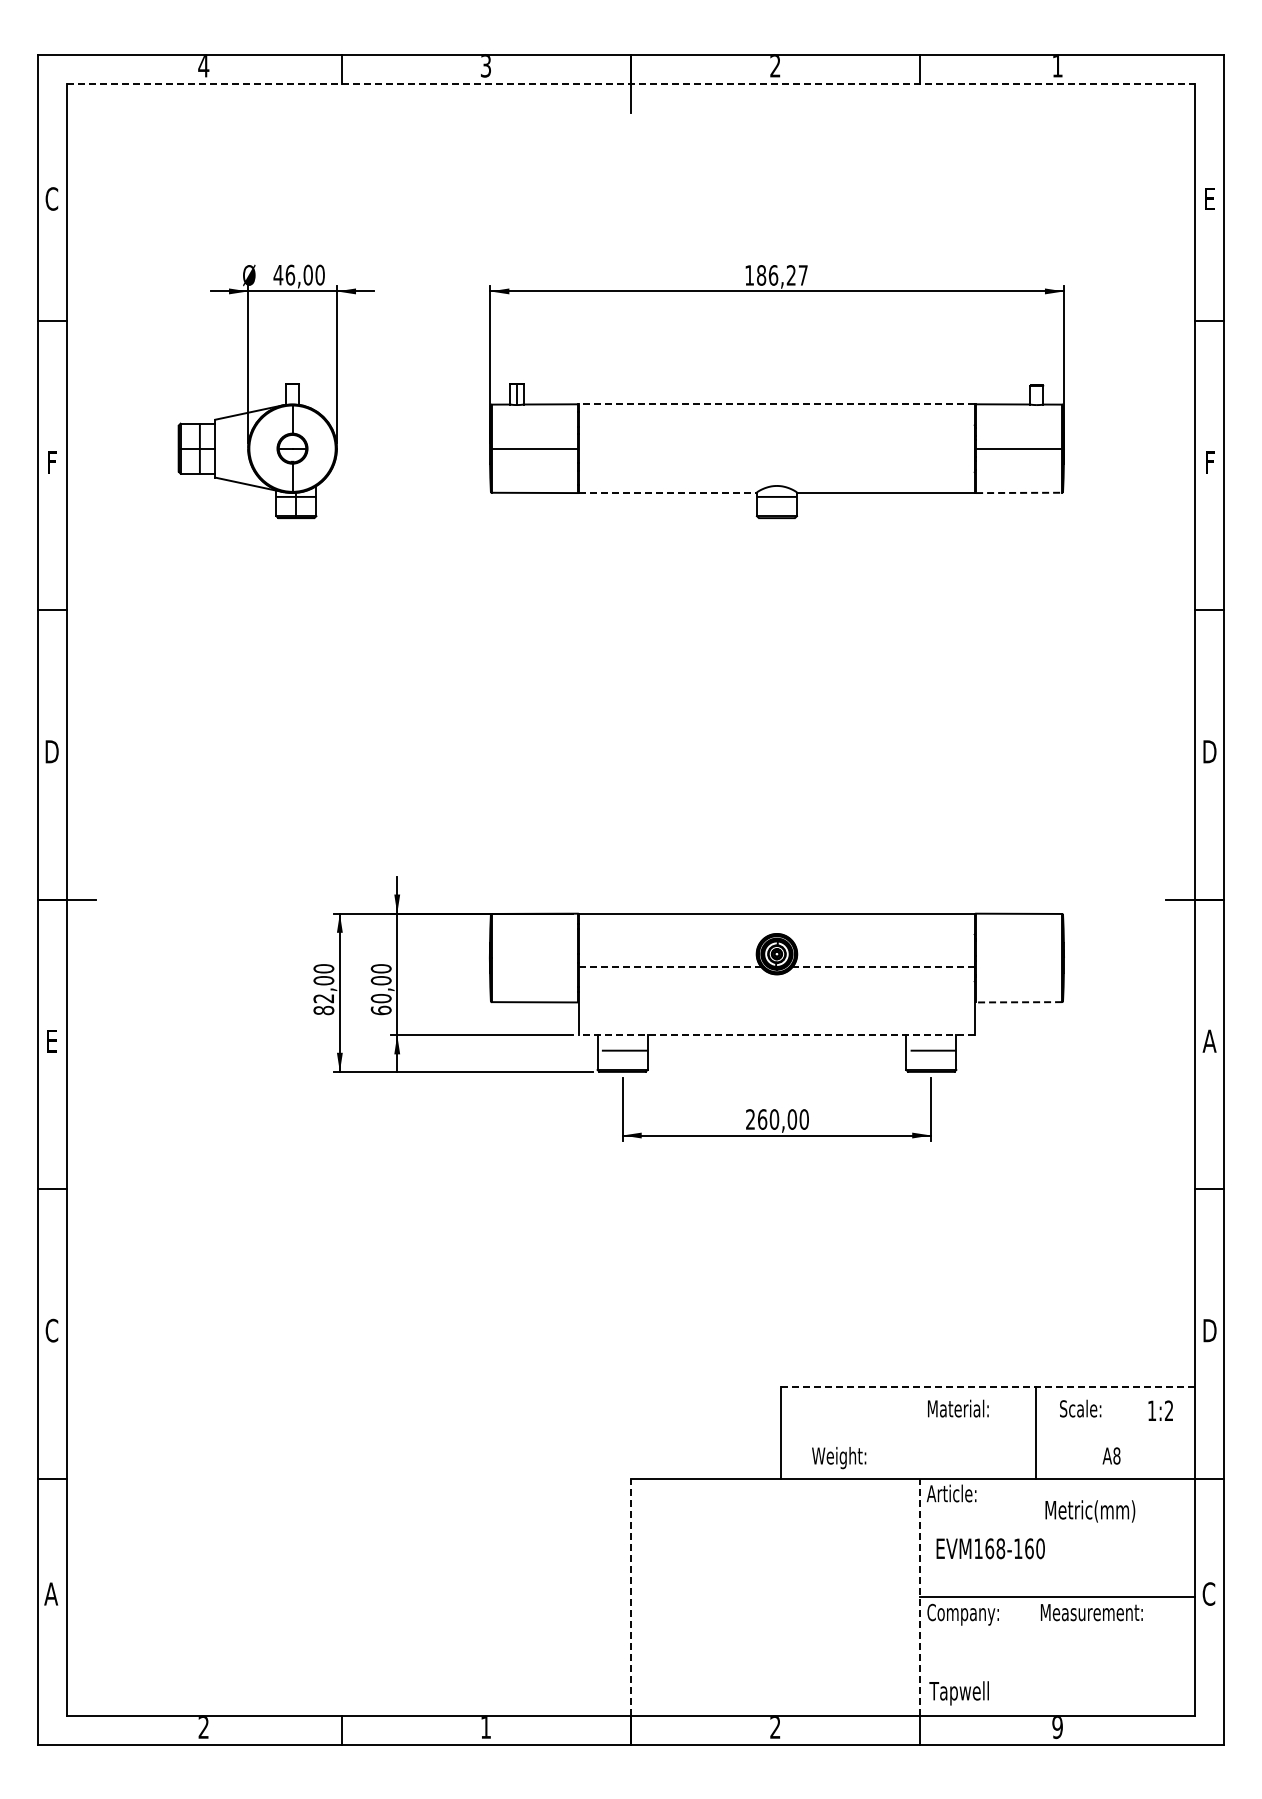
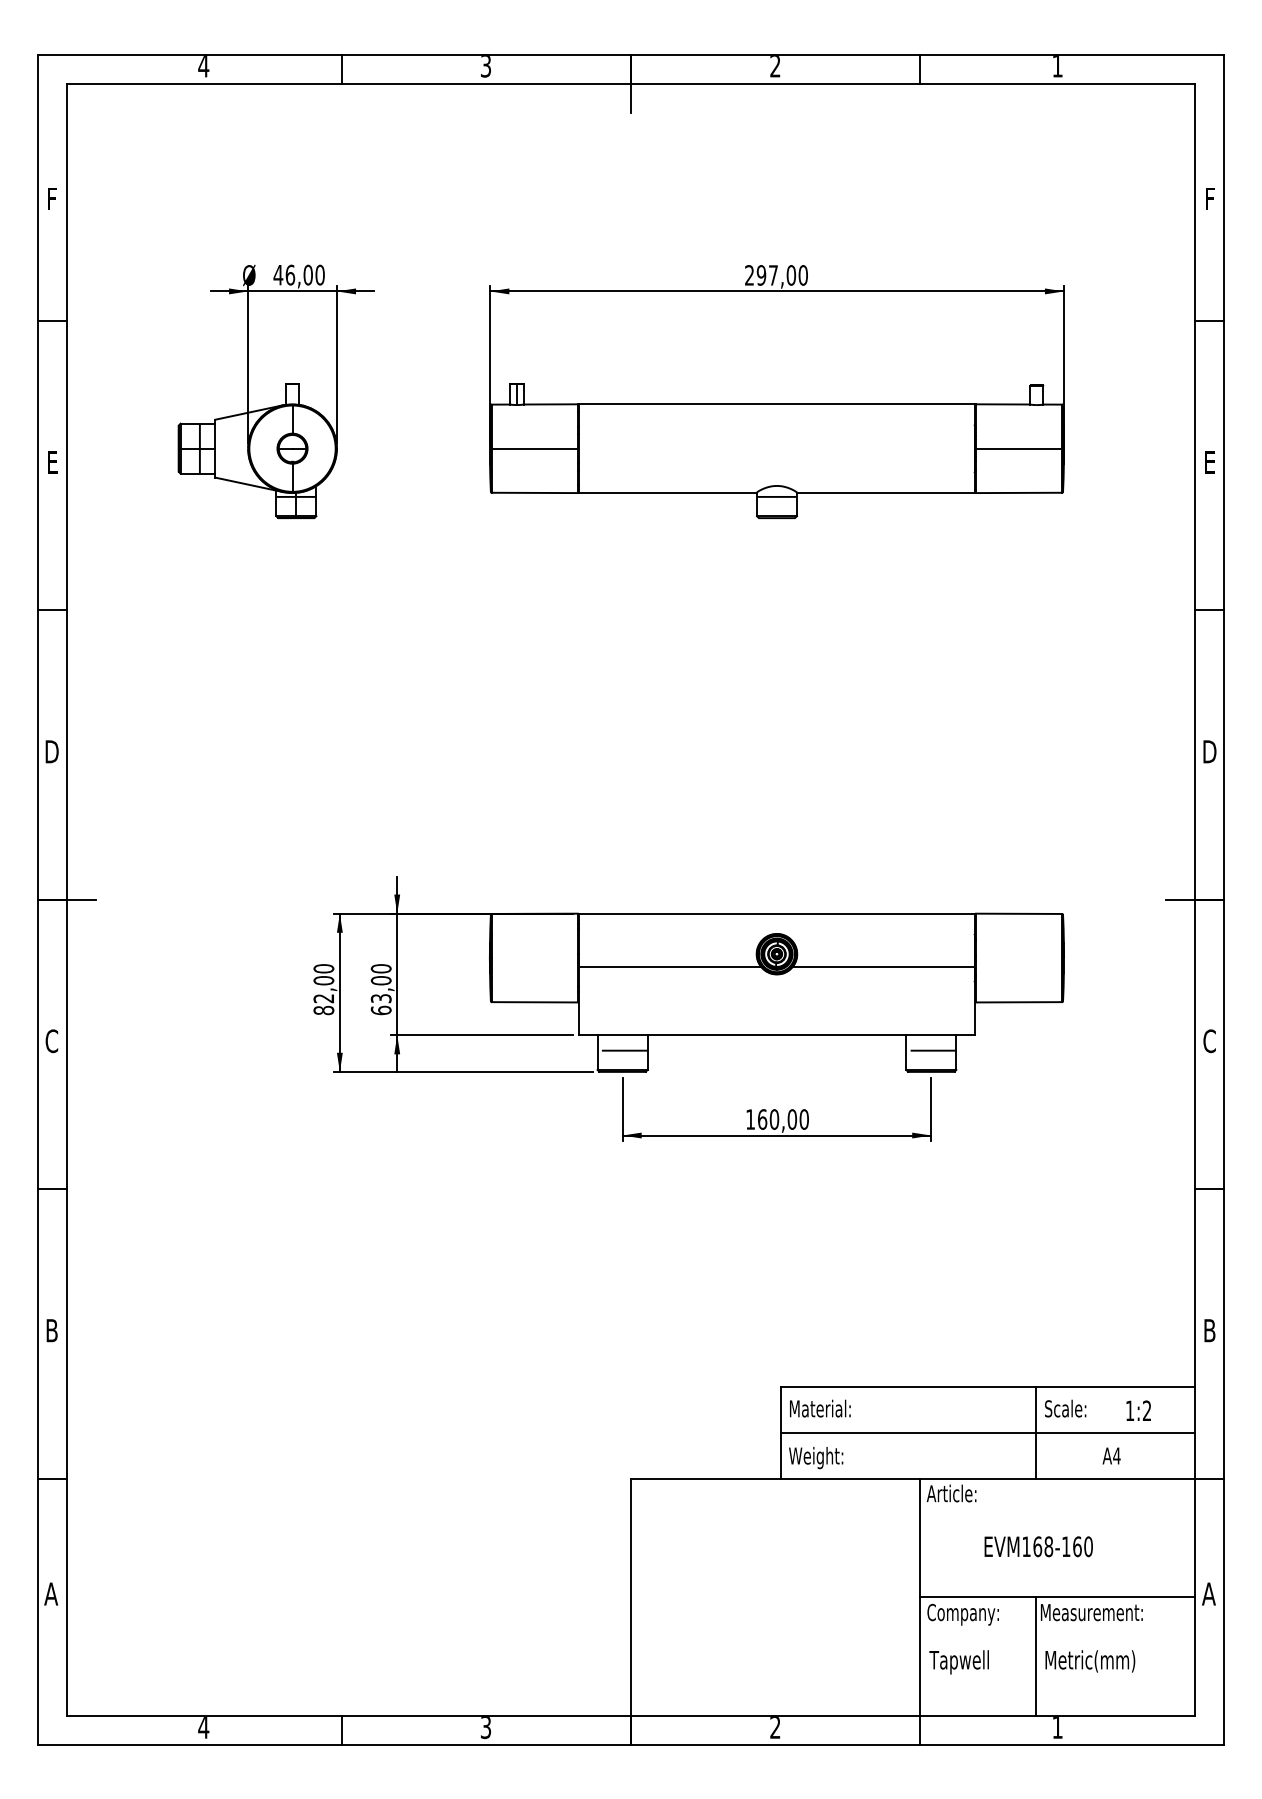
line at (631, 83): dashed -> solid
text at (51, 198): C -> F
text at (1209, 198): E -> F
text at (776, 275): 186,27 -> 297,00
line at (776, 404): dashed -> solid
text at (1209, 462): F -> E
text at (53, 466): F -> E
line at (1019, 492): dashed -> solid
line at (668, 493): dashed -> solid
line at (669, 967): dashed -> solid
line at (883, 967): dashed -> solid
text at (380, 998): 60,00 -> 63,00
line at (1019, 1002): dashed -> solid
line at (776, 1035): dashed -> solid
text at (51, 1041): E -> C
text at (1209, 1041): A -> C
text at (750, 1119): 260,00 -> 160,00
text at (51, 1330): C -> B
text at (1209, 1330): D -> B
line at (988, 1387): dashed -> solid
text at (958, 1408) position: (958, 1408) -> (820, 1408)
text at (1080, 1408) position: (1080, 1408) -> (1065, 1408)
text at (1160, 1410) position: (1160, 1410) -> (1138, 1410)
line at (987, 1433): none -> present
text at (1116, 1455): A8 -> A4
text at (839, 1458) position: (839, 1458) -> (816, 1458)
text at (1090, 1511) position: (1090, 1511) -> (1090, 1661)
text at (990, 1548) position: (990, 1548) -> (1038, 1546)
text at (1208, 1593): C -> A
line at (631, 1597): dashed -> solid
line at (920, 1597): dashed -> solid
line at (1035, 1656): none -> present
text at (958, 1693) position: (958, 1693) -> (958, 1662)
text at (203, 1727): 2 -> 4
text at (485, 1728): 1 -> 3
text at (1057, 1728): 9 -> 1
